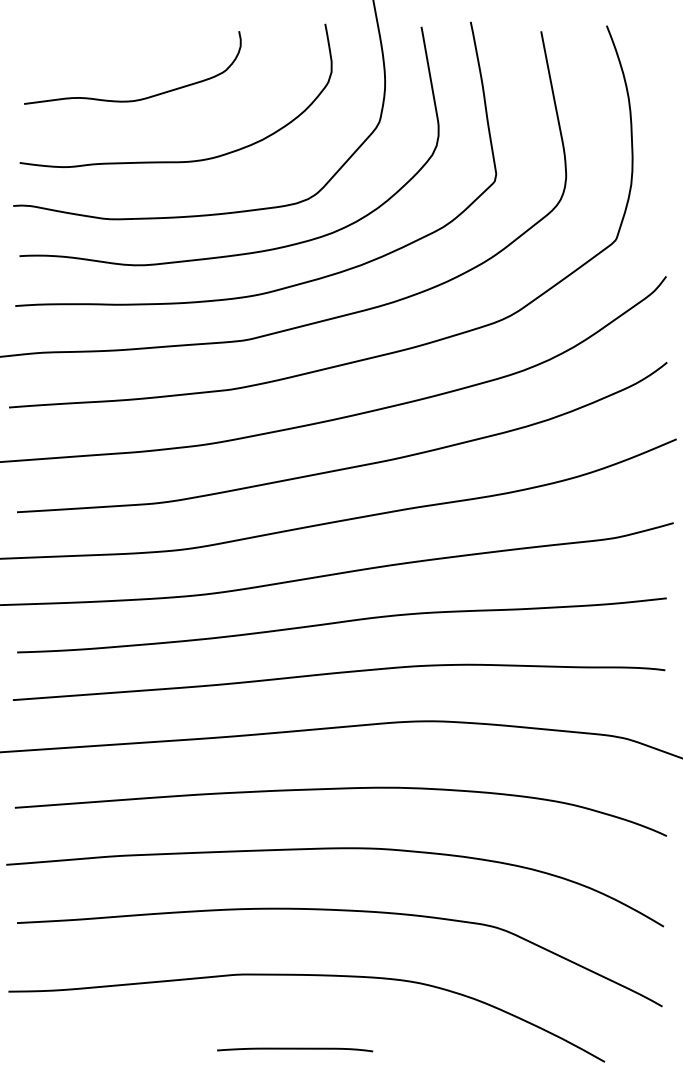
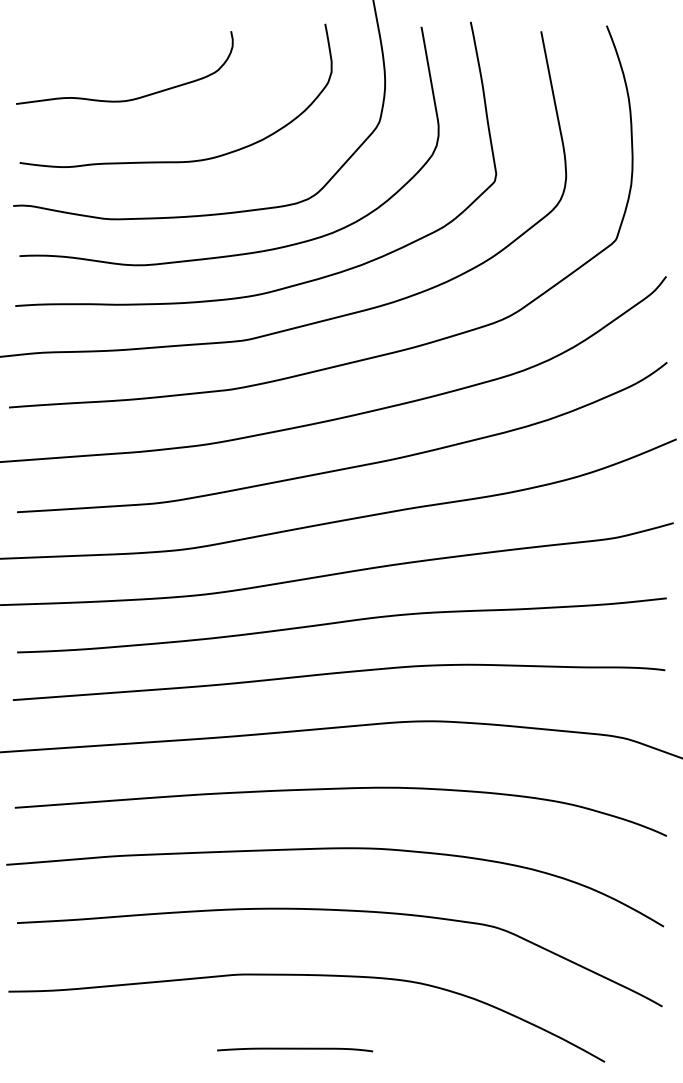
curve at (140, 98) position: (140, 98) -> (132, 98)
